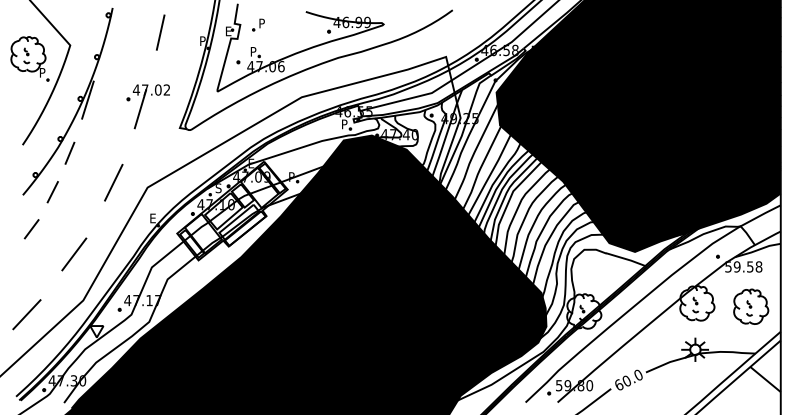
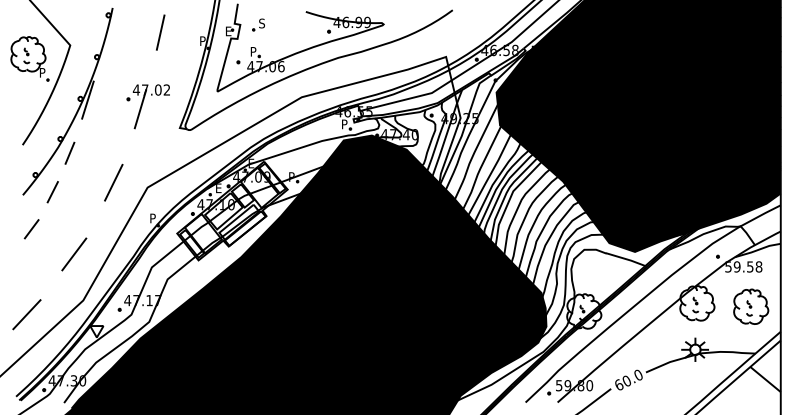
text at (262, 23): P -> S
text at (218, 188): S -> E
text at (153, 218): E -> P
